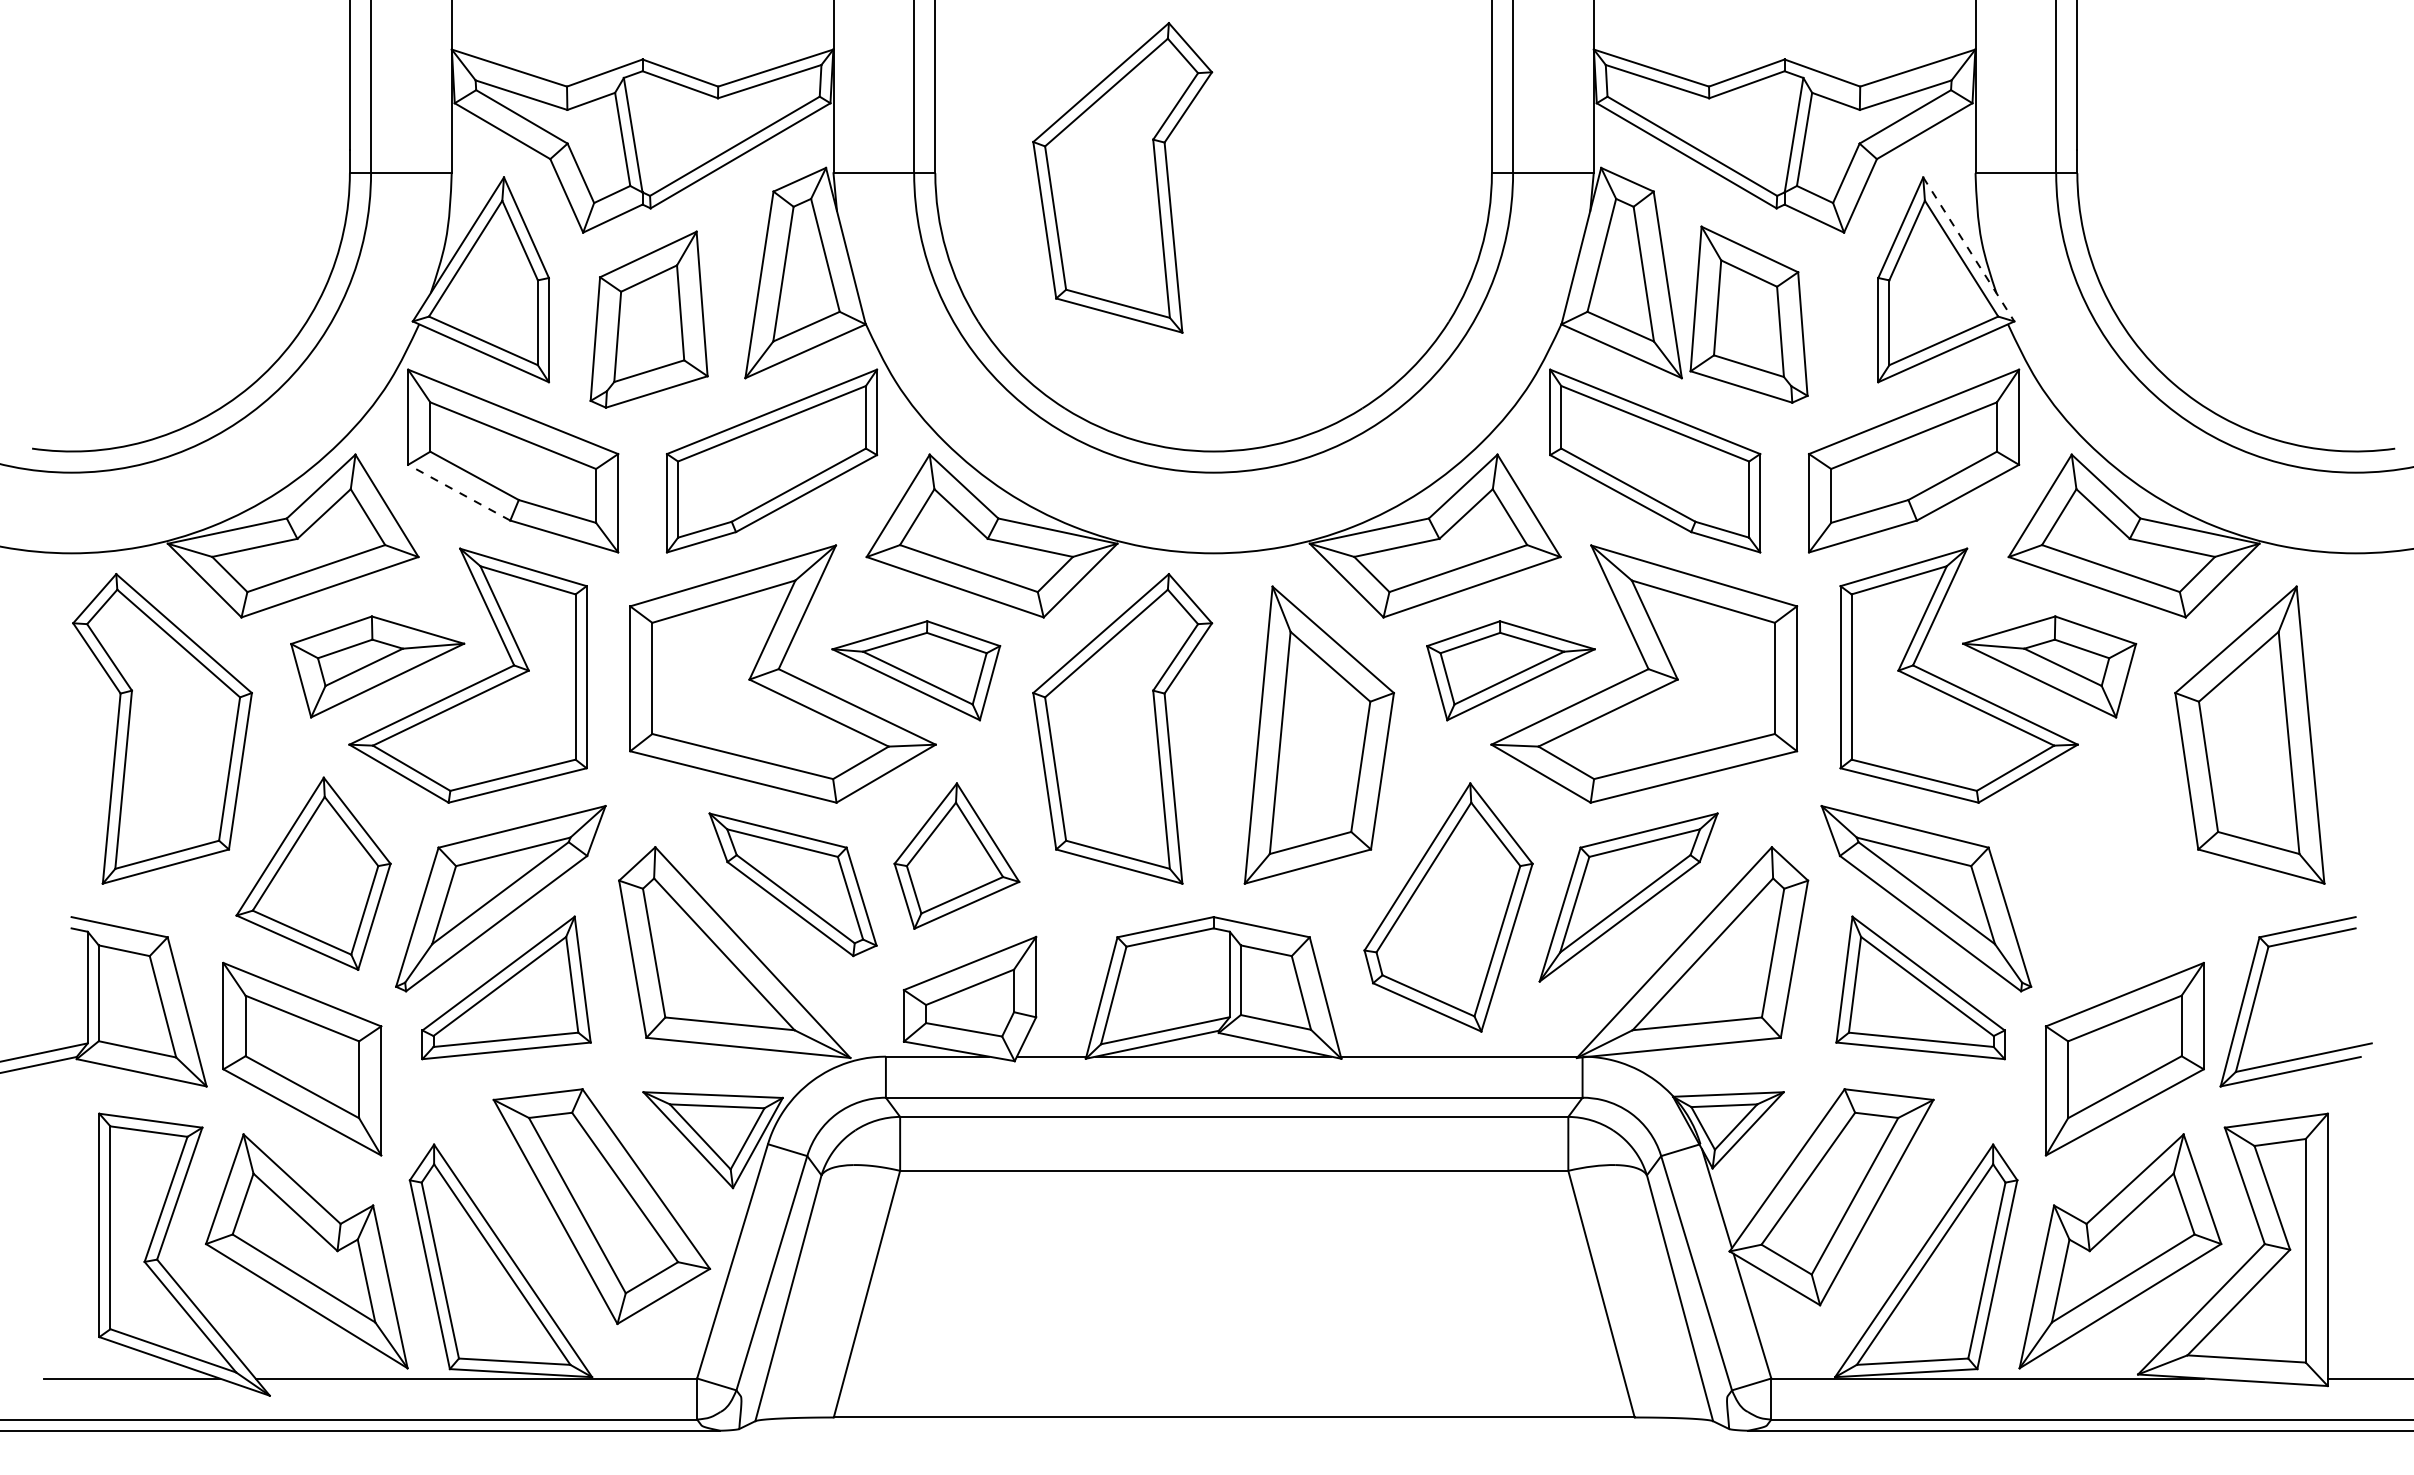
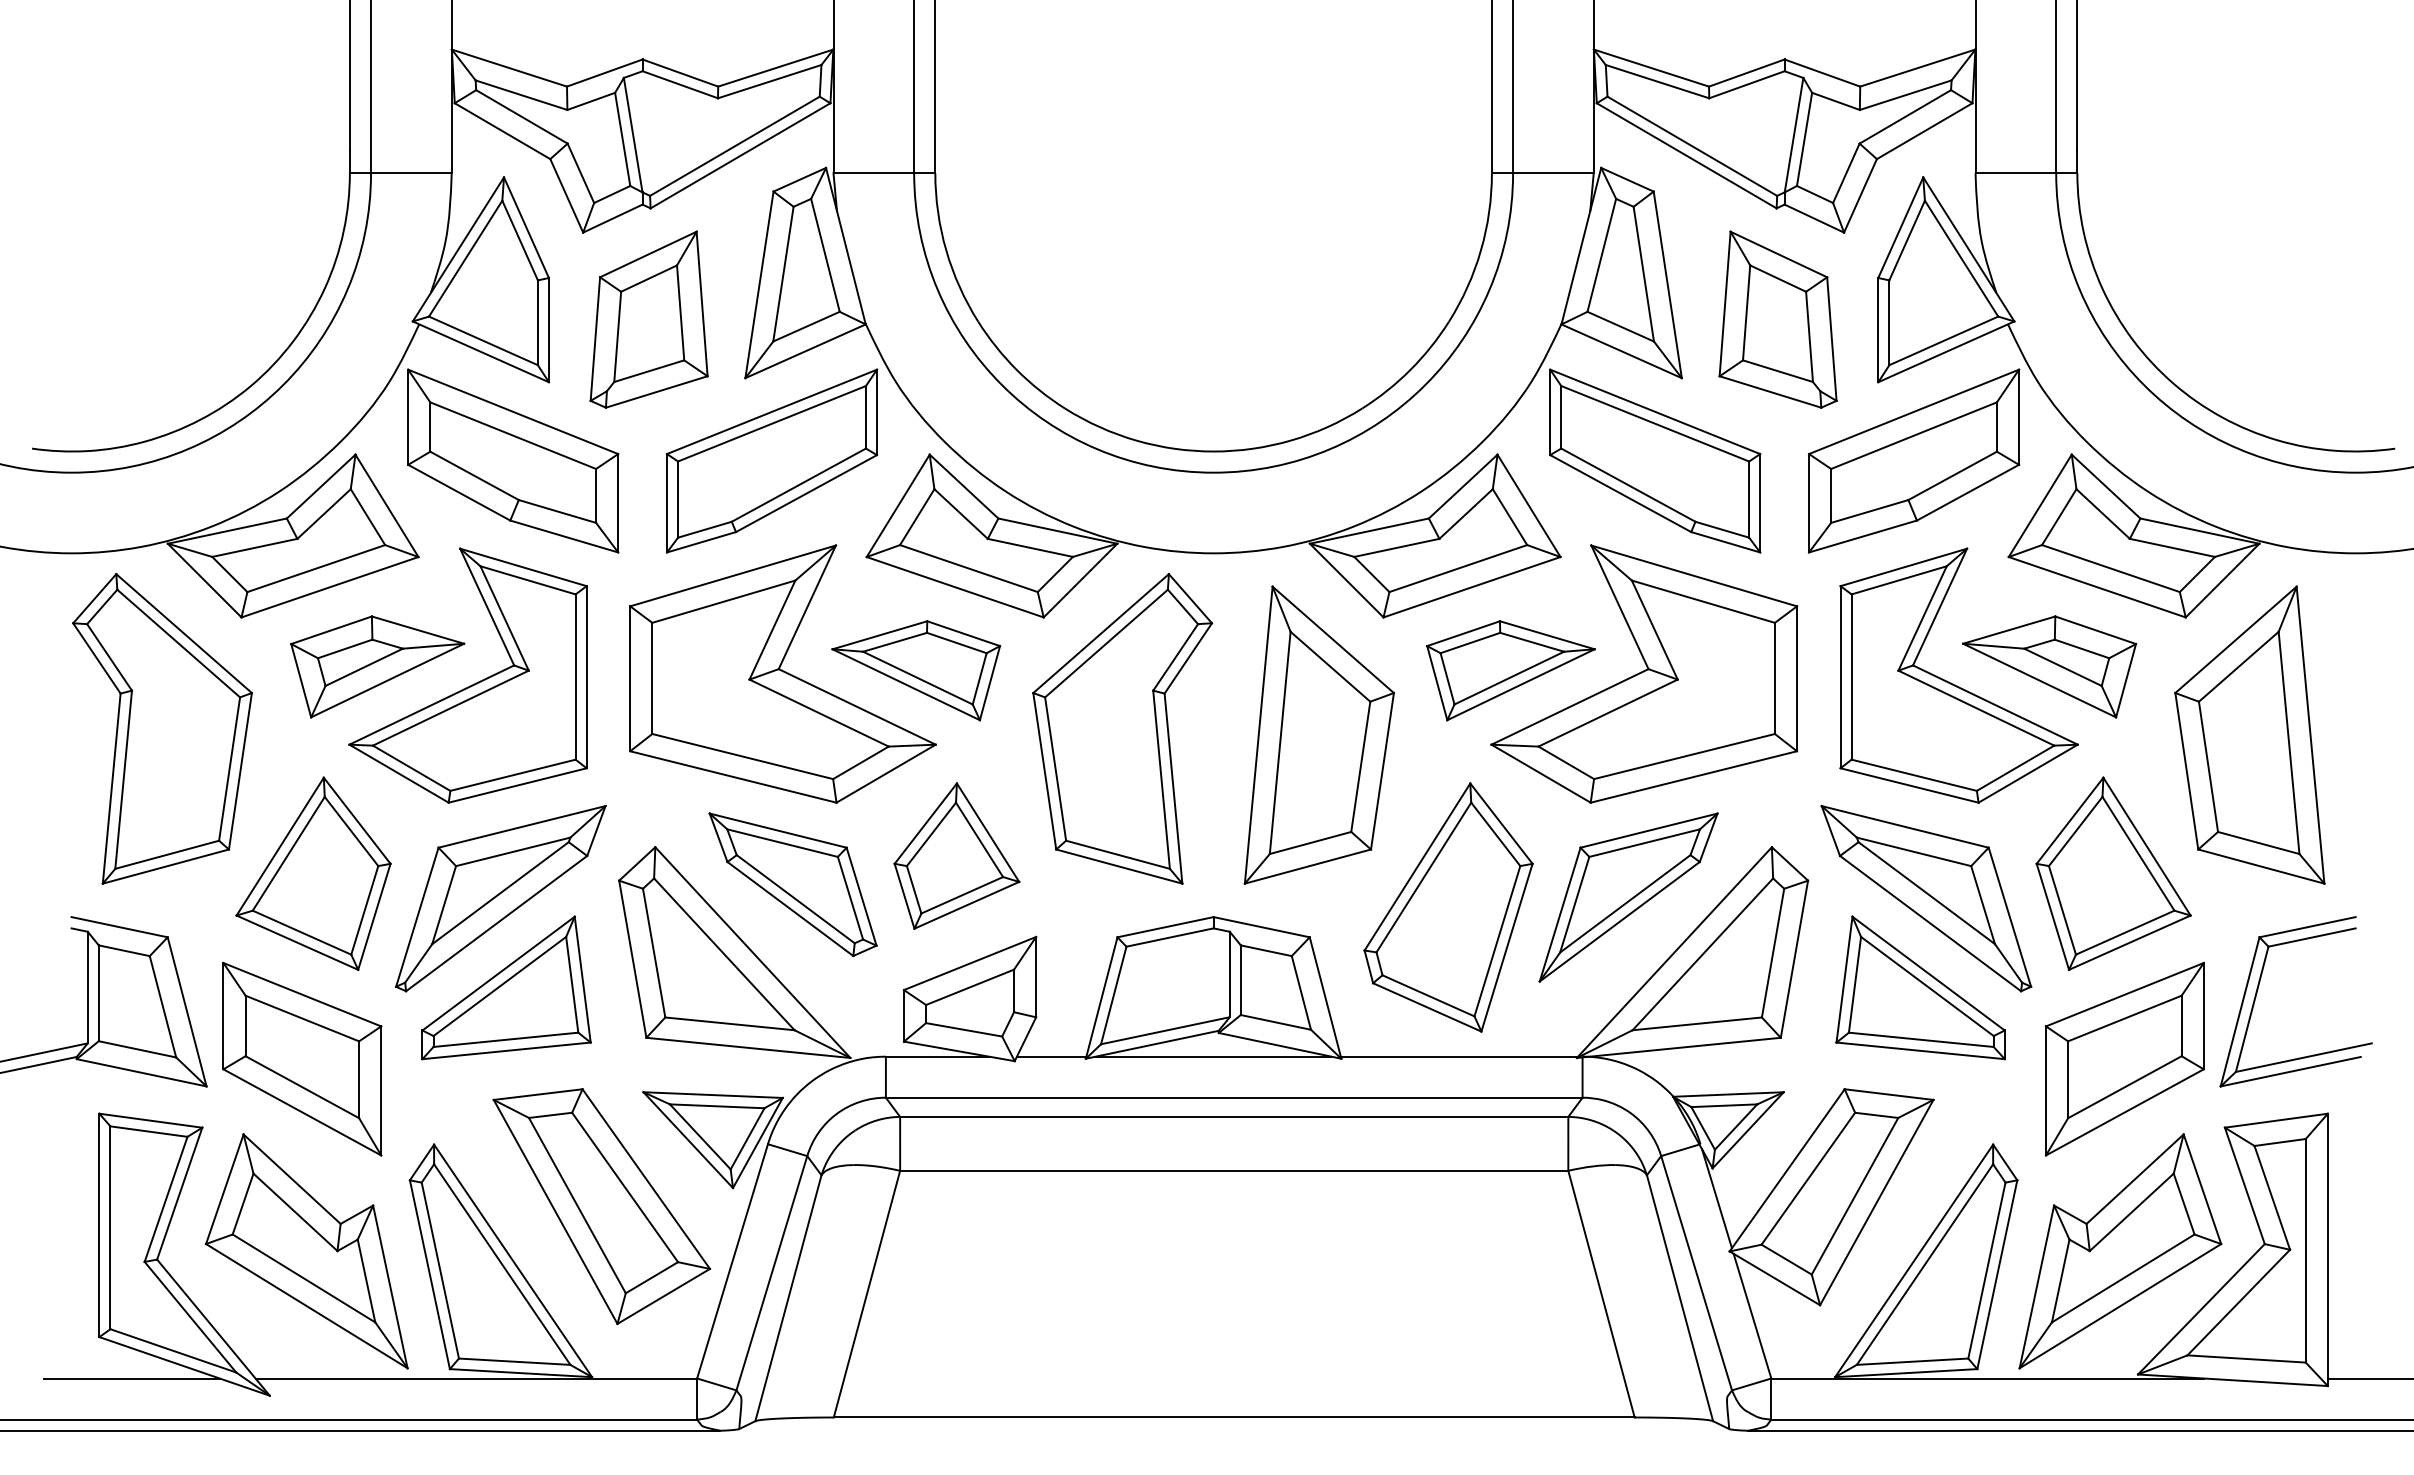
part at (1122, 177): present -> none
line at (1969, 249): dashed -> solid
part at (1748, 314) position: (1748, 314) -> (1777, 319)
line at (458, 492): dashed -> solid
part at (2113, 873): none -> present
